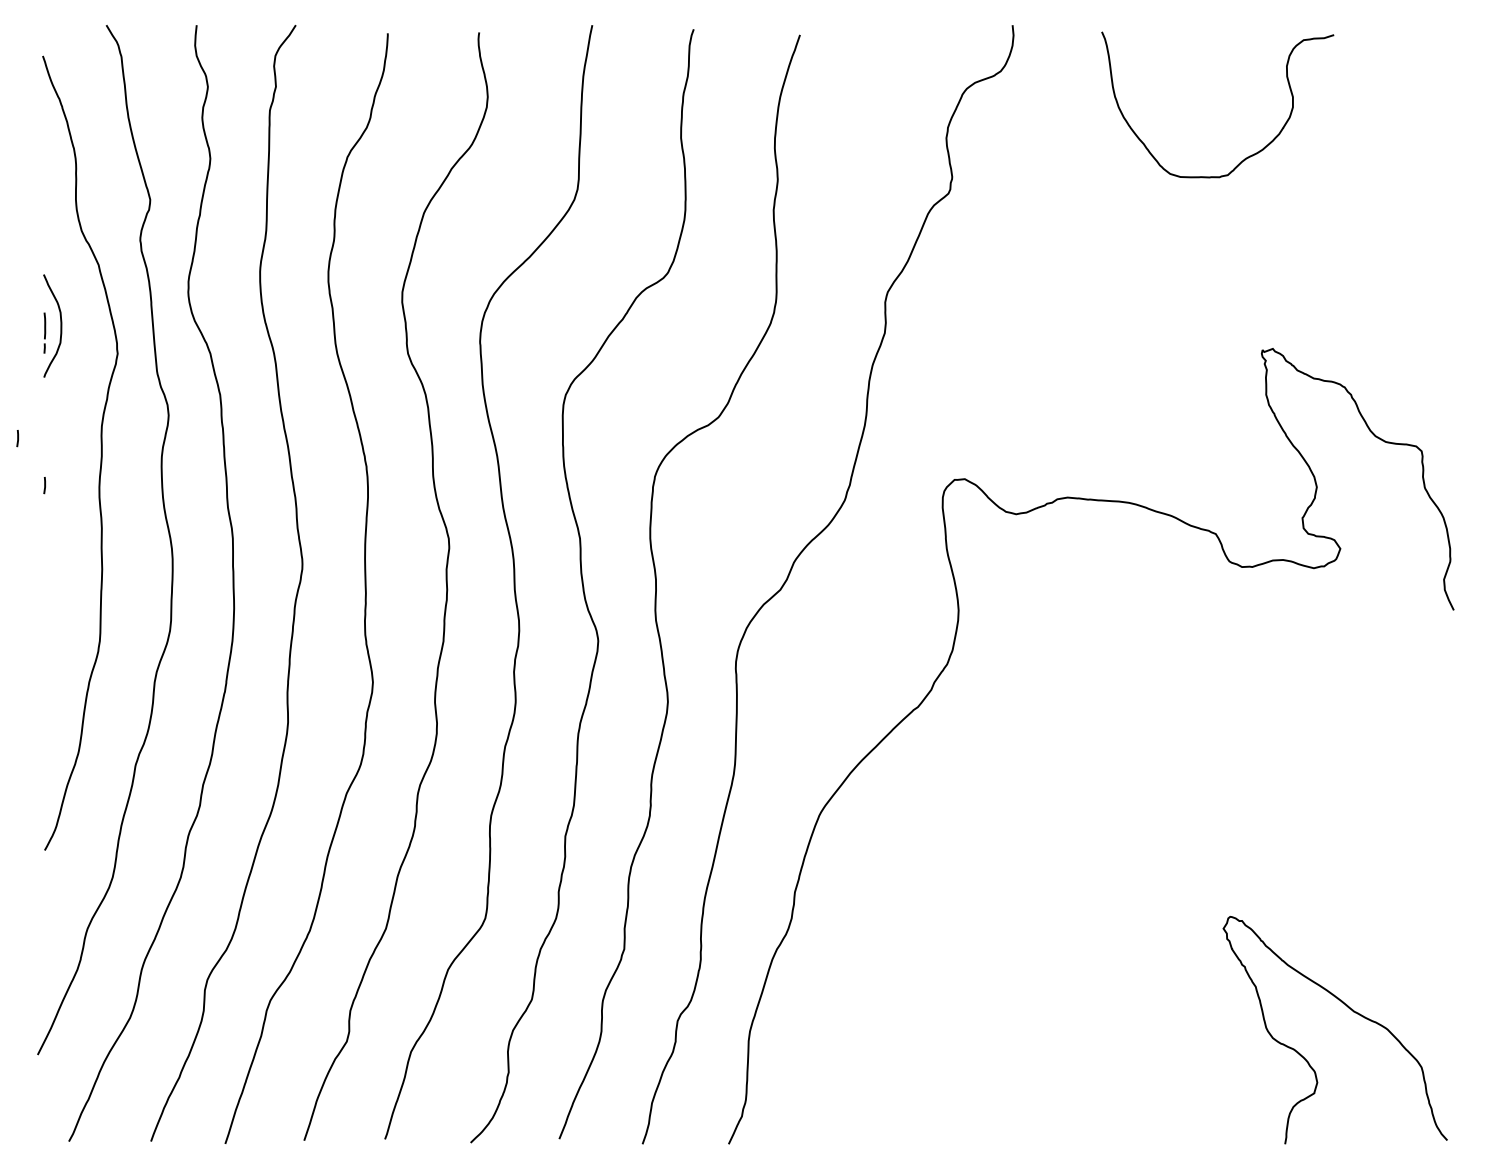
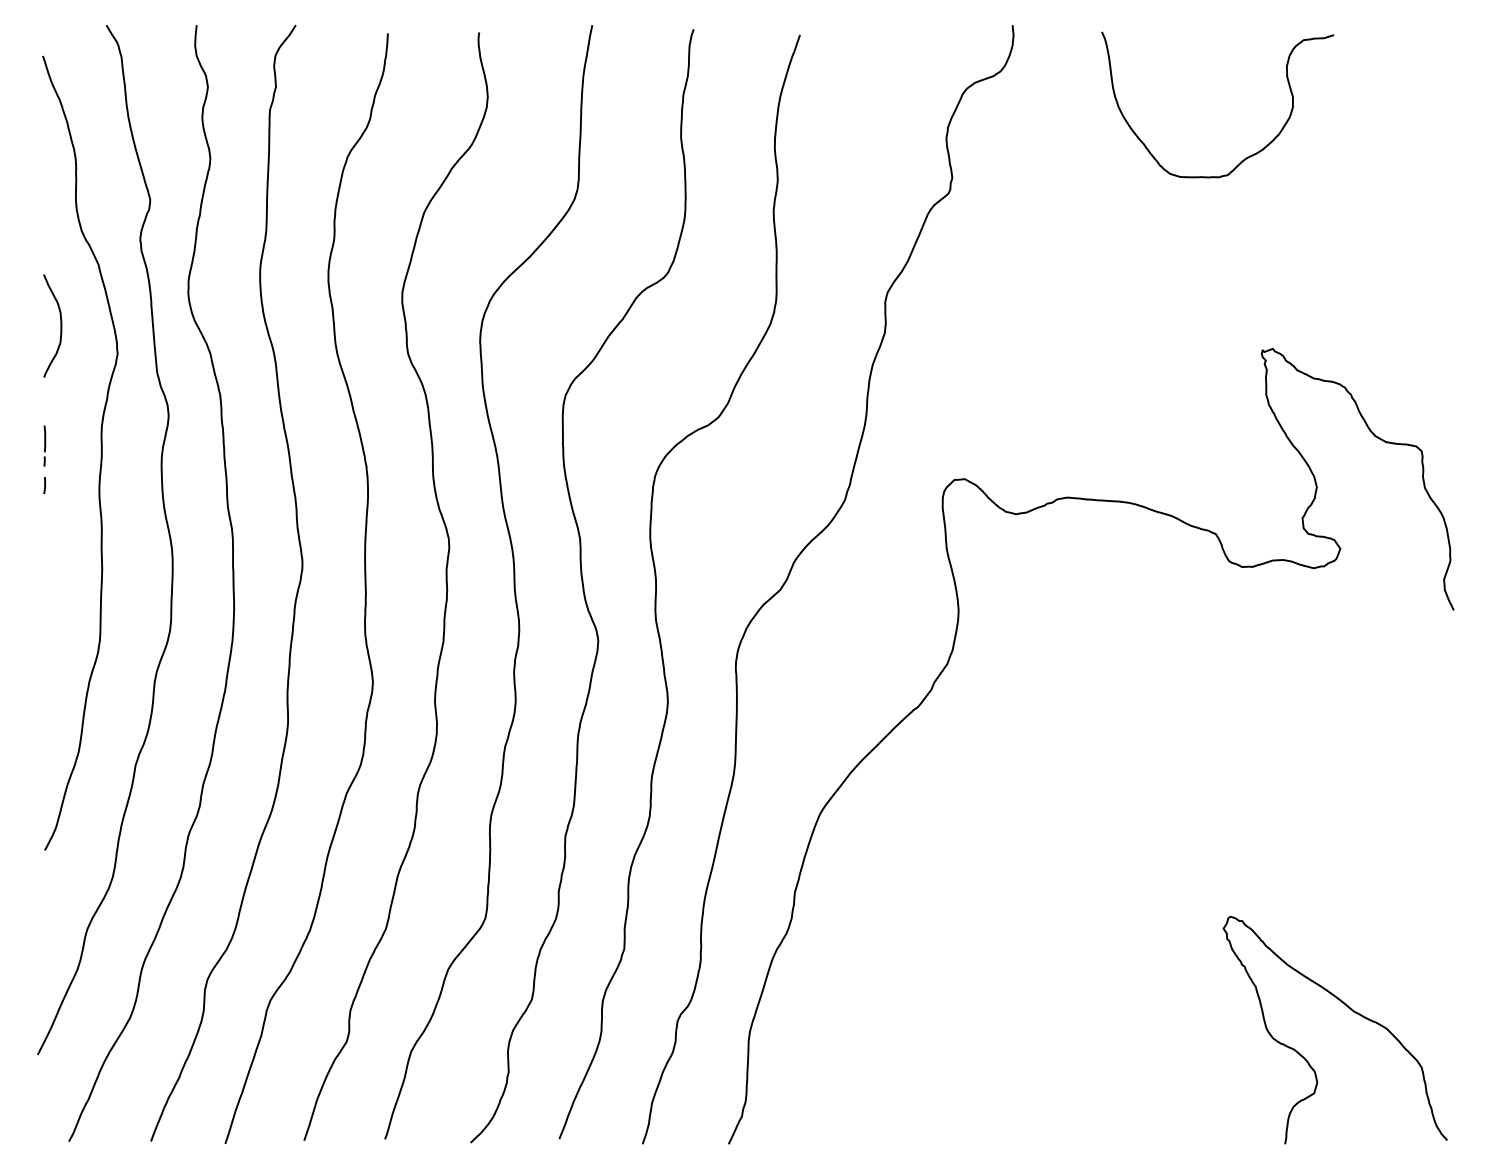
part at (44, 332) position: (44, 332) -> (44, 445)
line at (17, 438): present -> none
